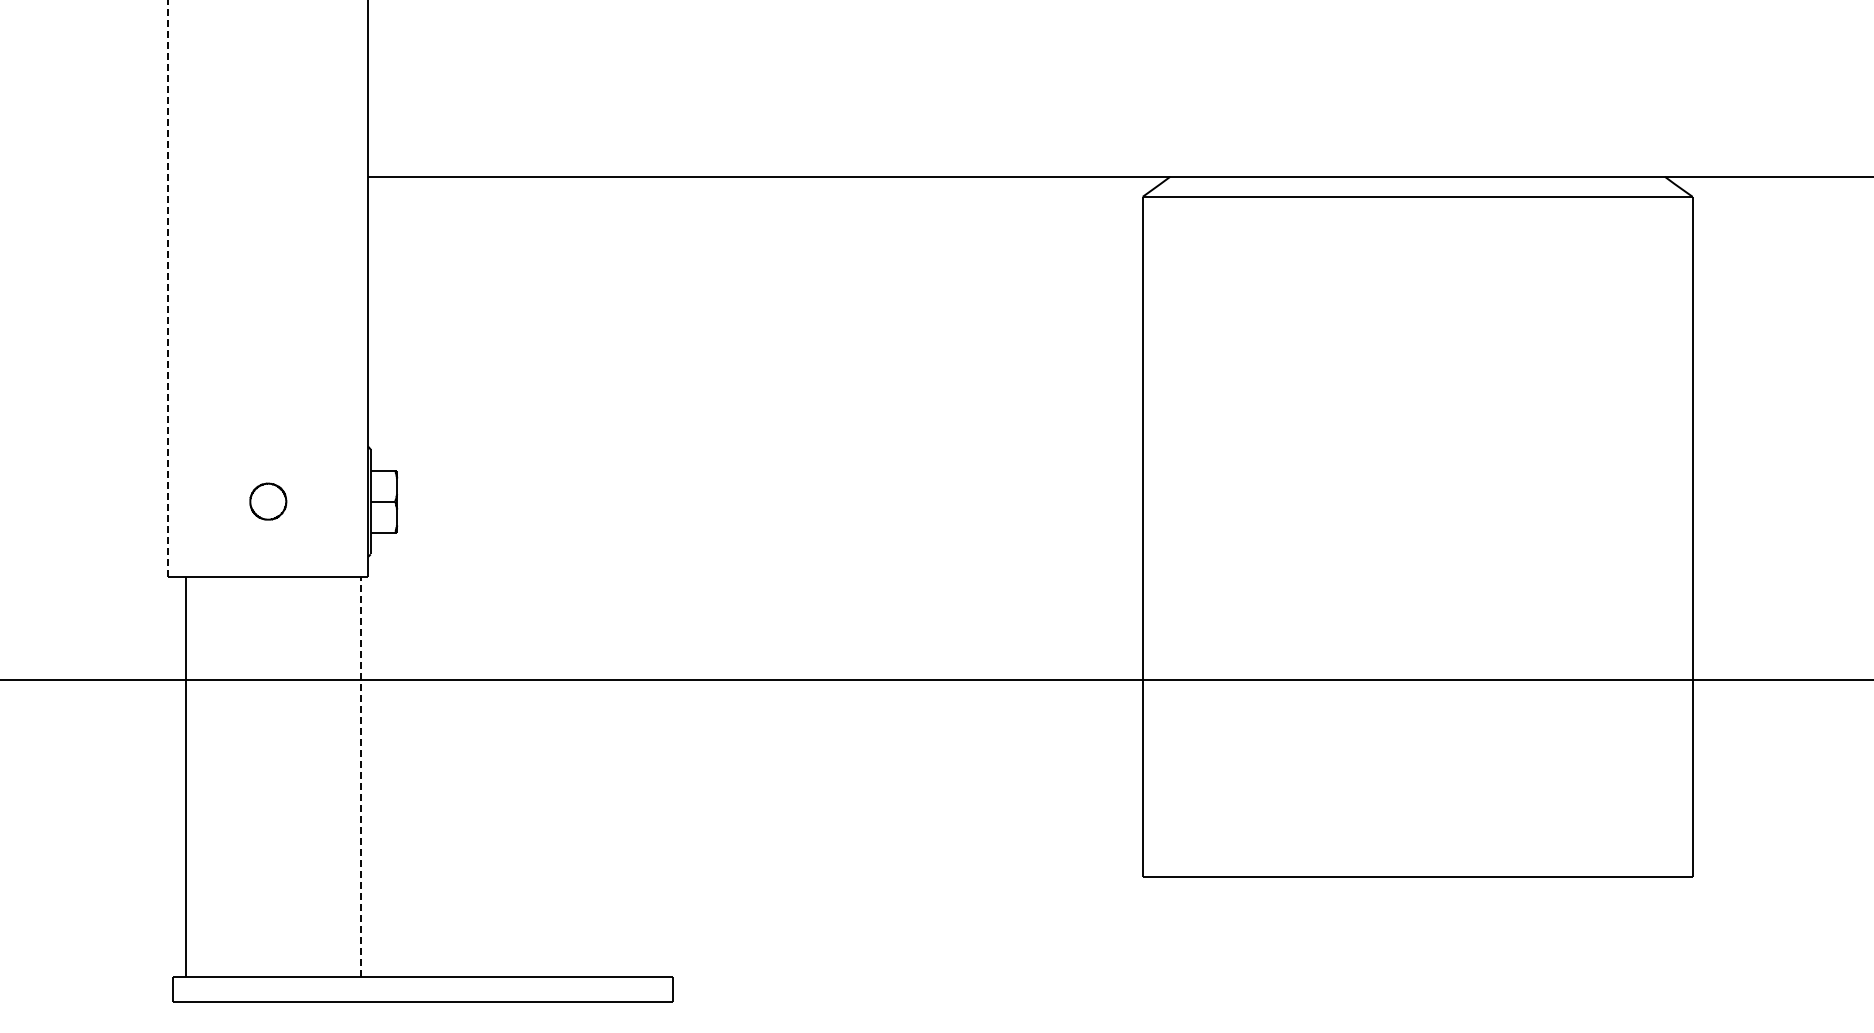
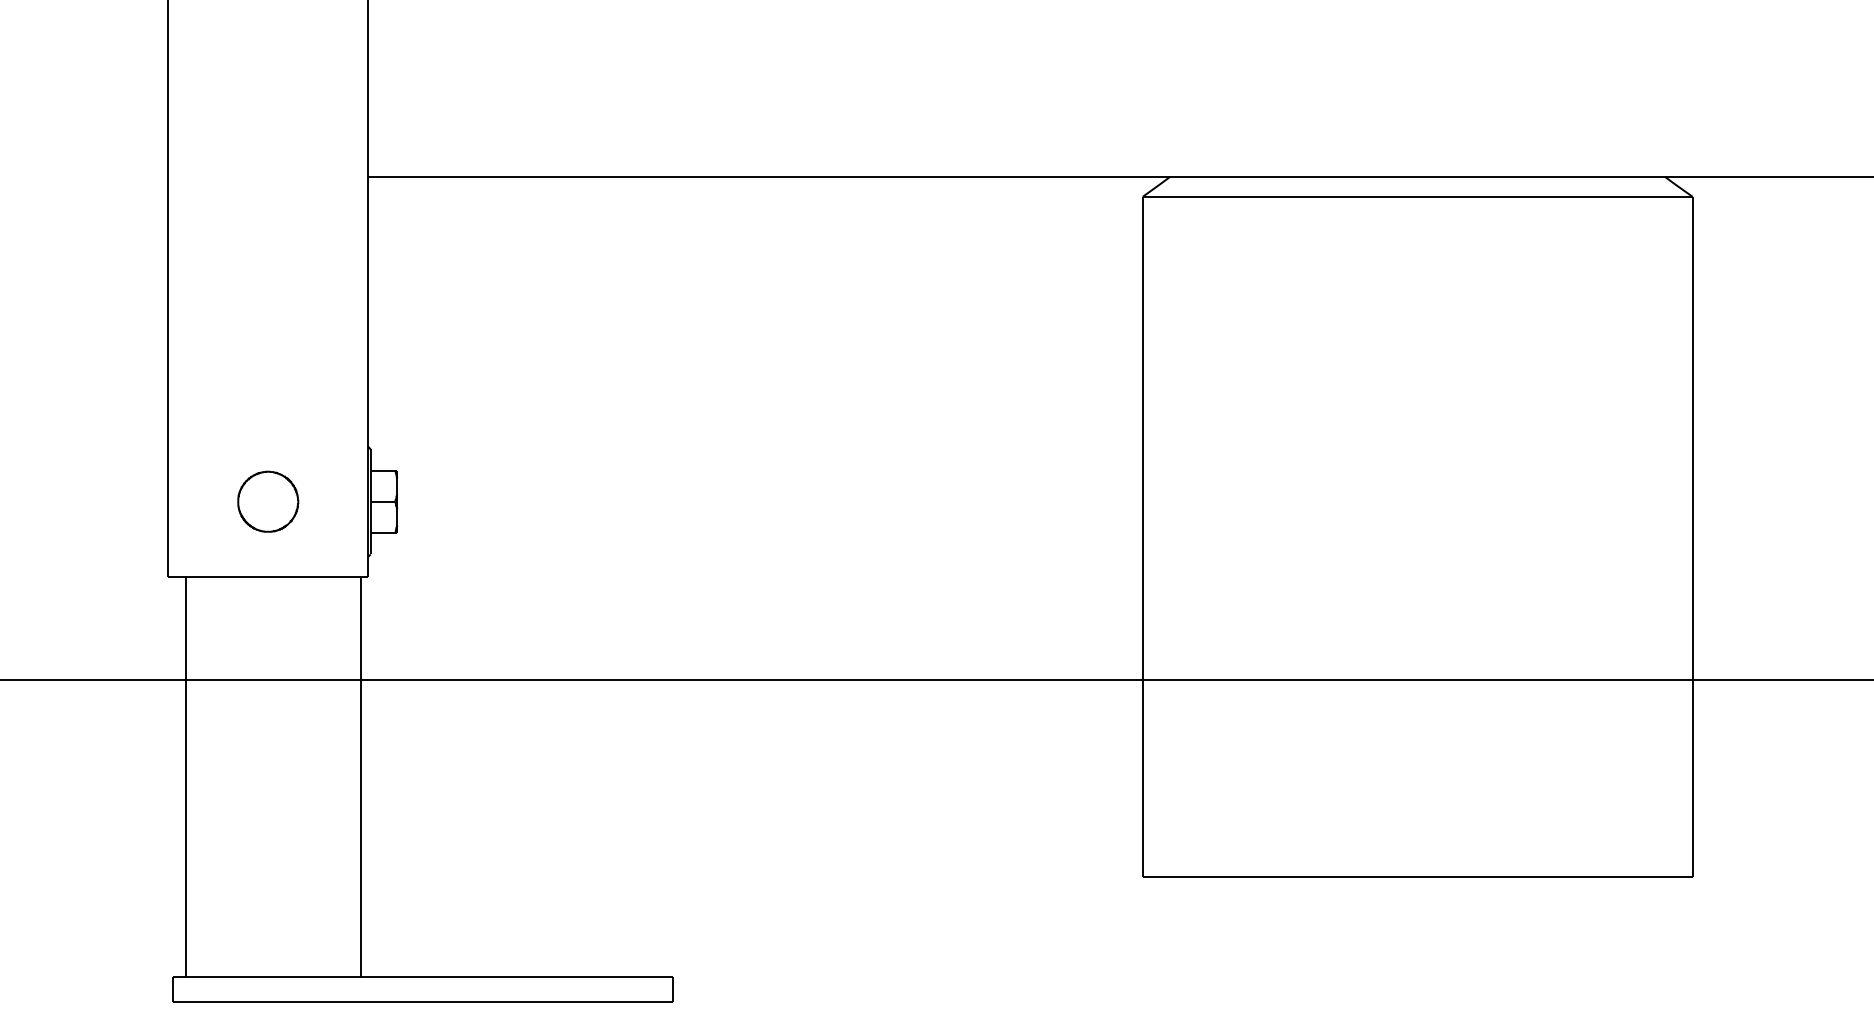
line at (168, 287): dashed -> solid
part at (268, 501) size: 39x39 px -> 63x63 px
line at (360, 776): dashed -> solid
